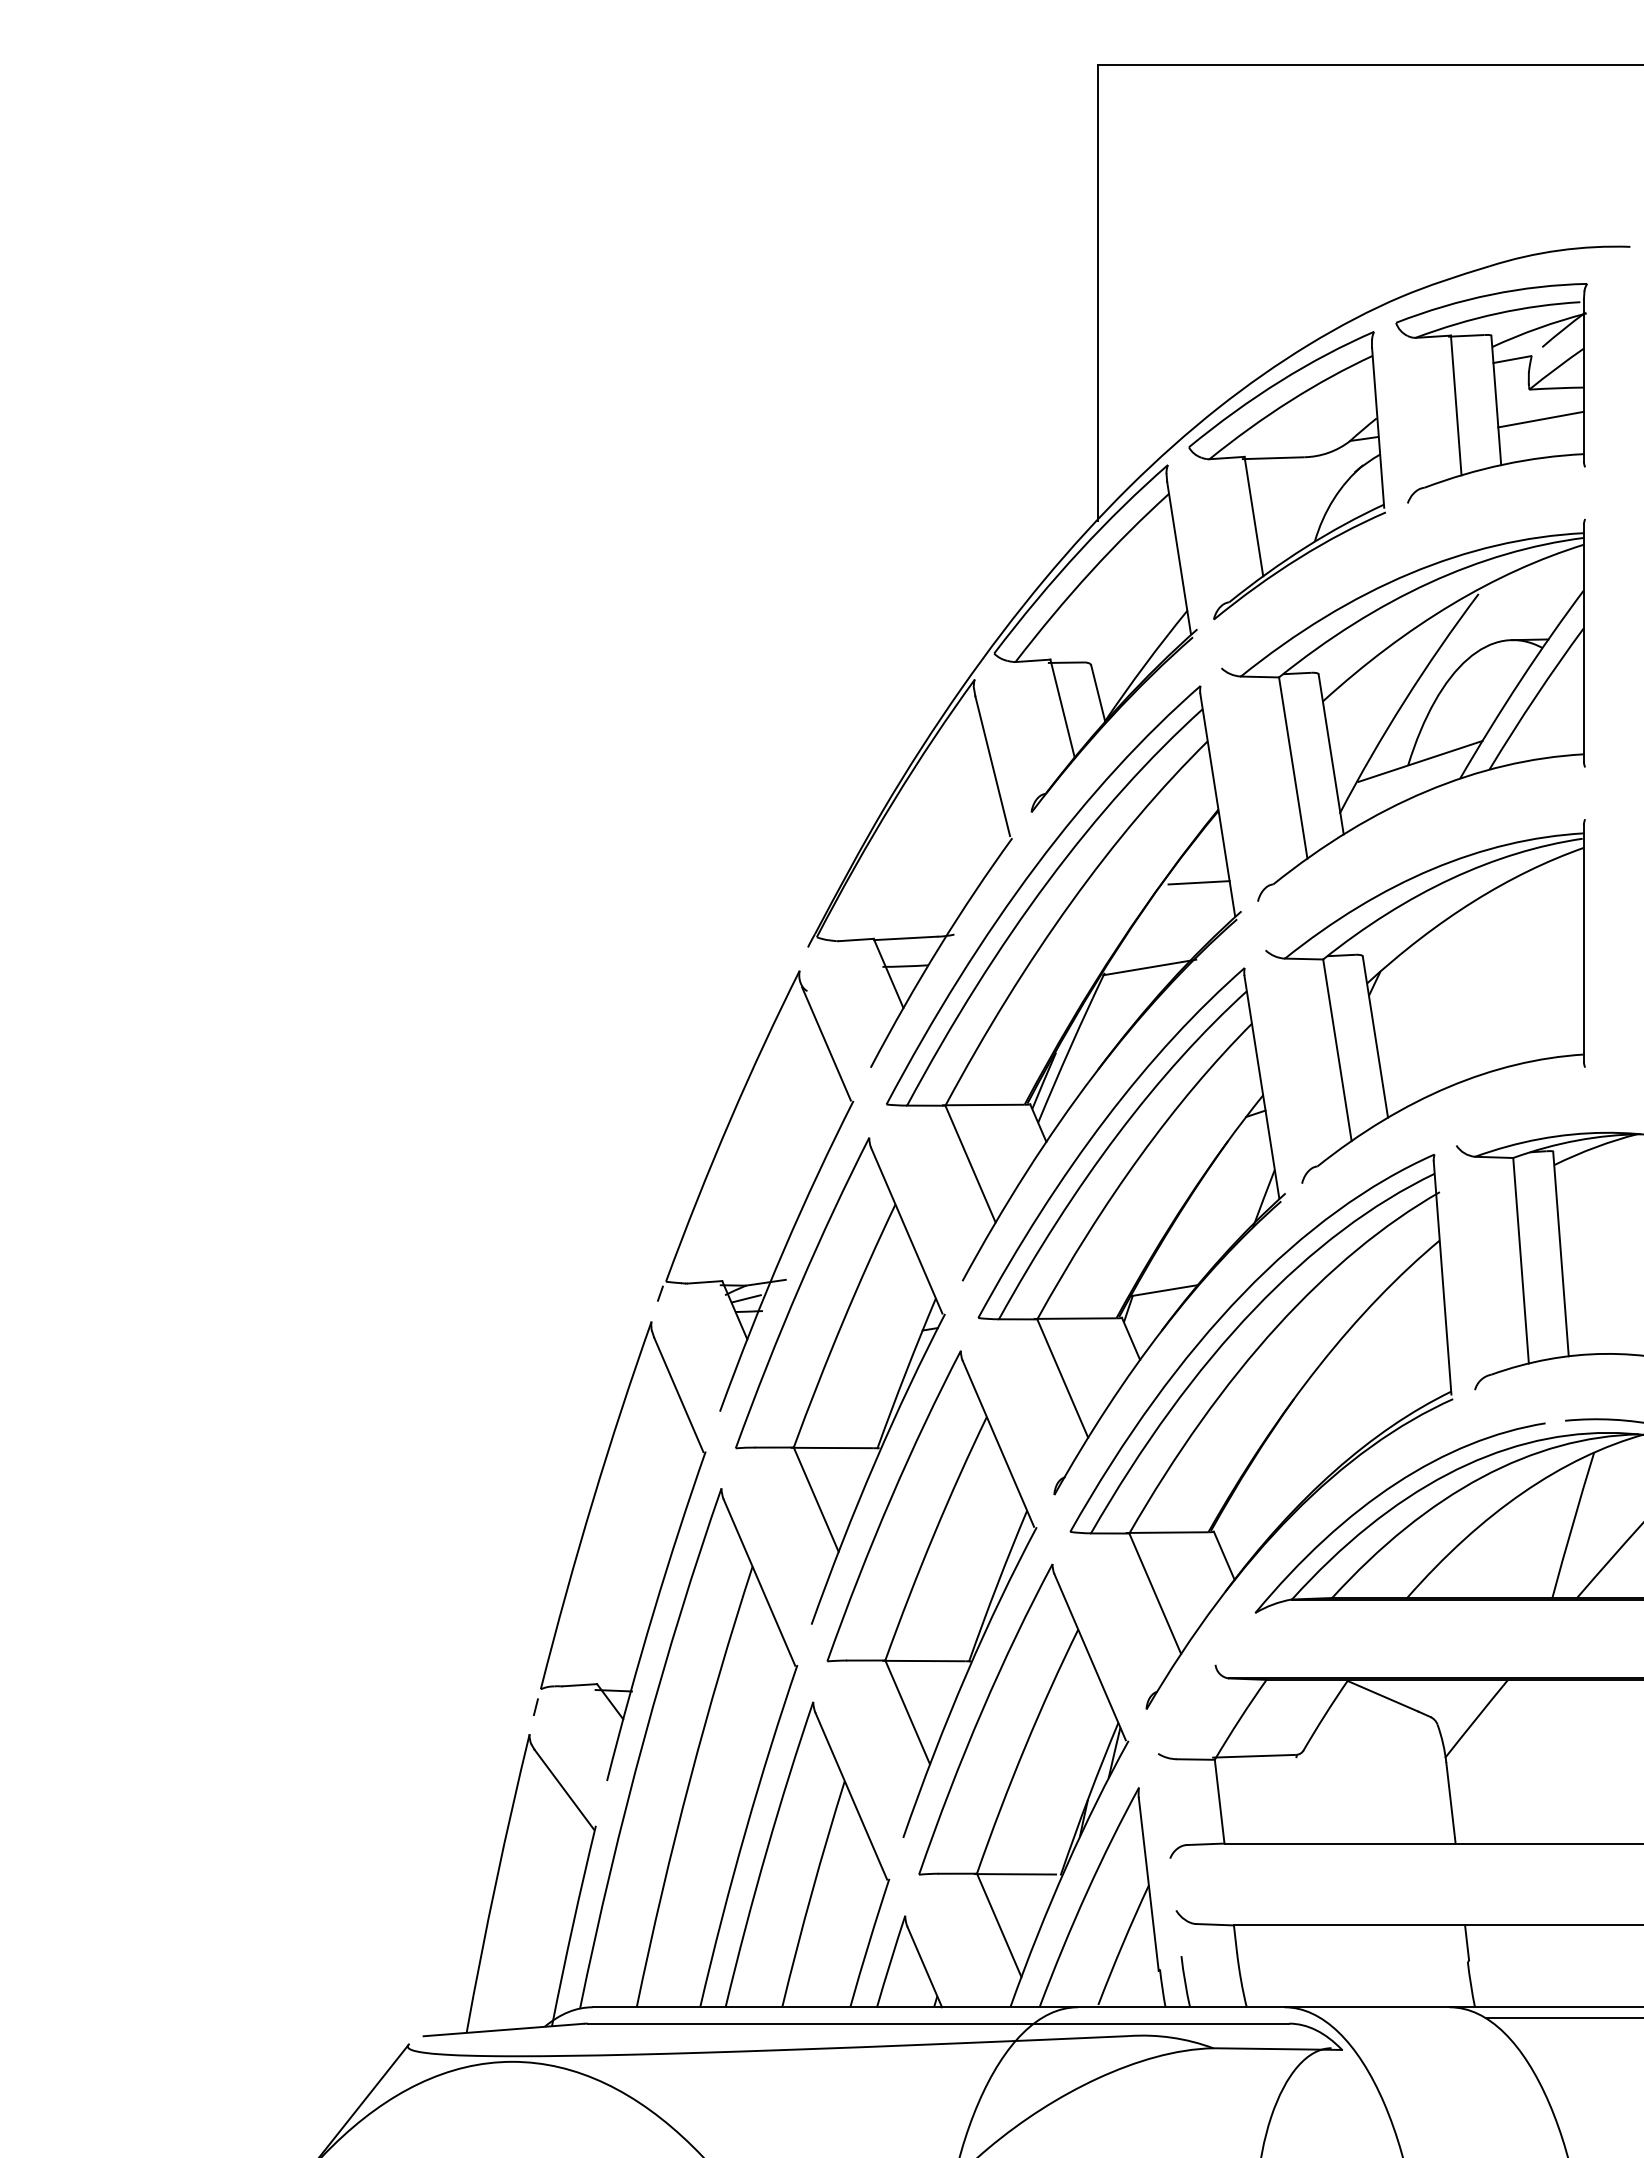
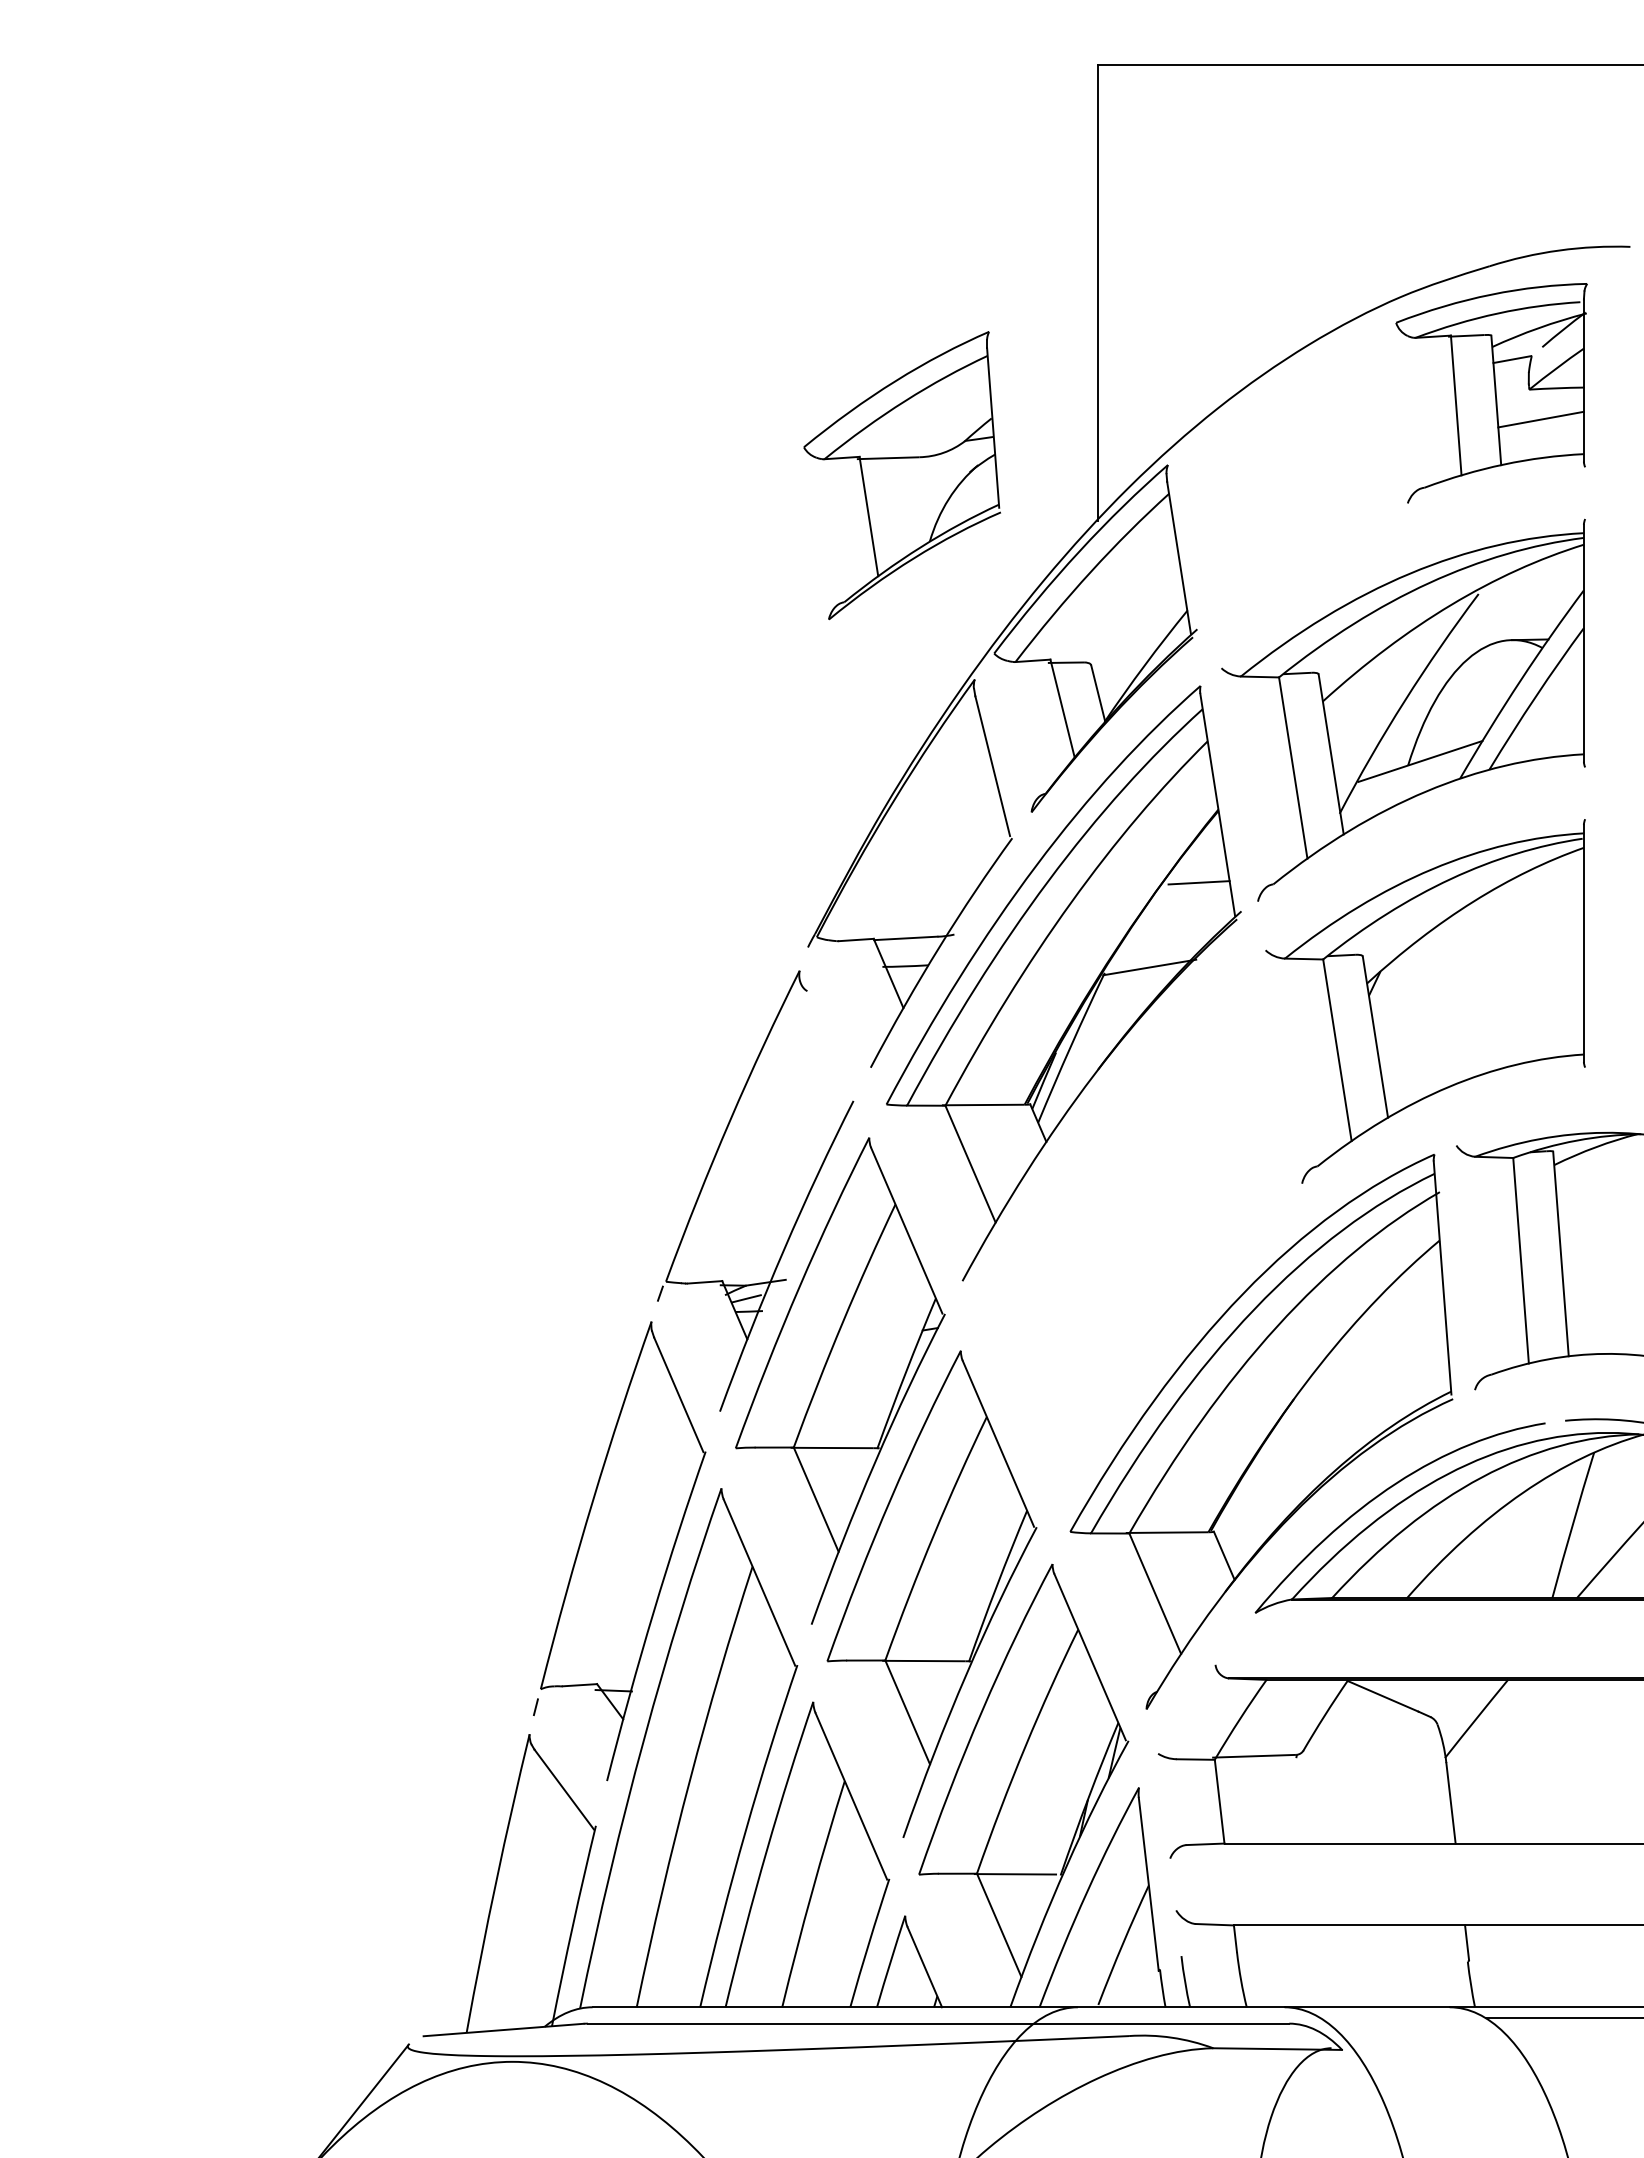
part at (1286, 475) position: (1286, 475) -> (901, 475)
line at (826, 1043): present -> none
part at (1131, 1231): present -> none
